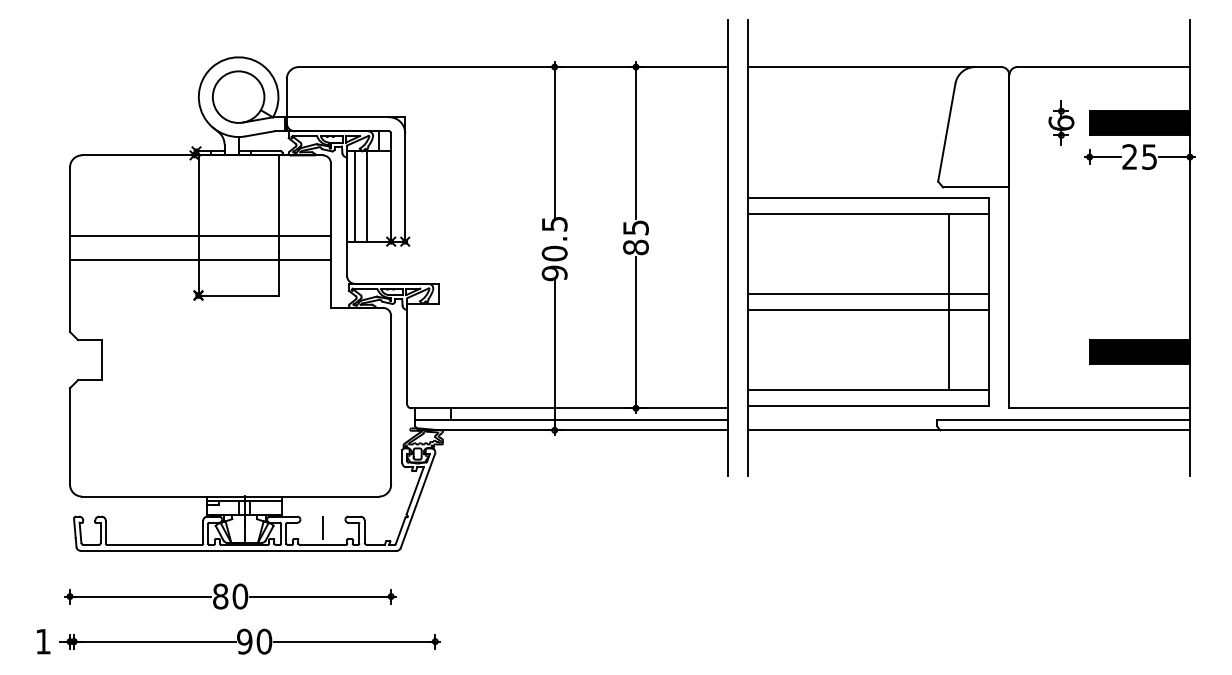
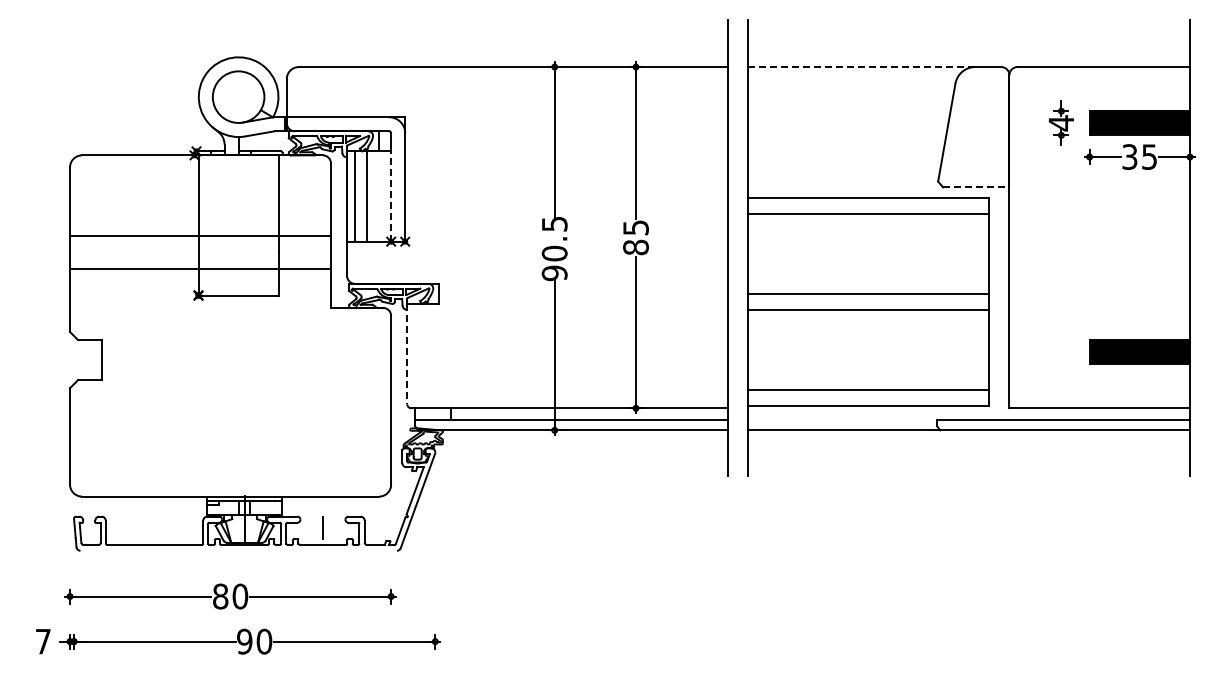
line at (861, 67): solid -> dashed
text at (1061, 123): 6 -> 4
text at (1129, 156): 25 -> 35
line at (976, 187): solid -> dashed
line at (391, 196): solid -> dashed
line at (200, 259) position: (200, 259) -> (200, 268)
line at (949, 301): present -> none
line at (407, 354): solid -> dashed
line at (238, 550): present -> none
text at (43, 641): 1 -> 7
